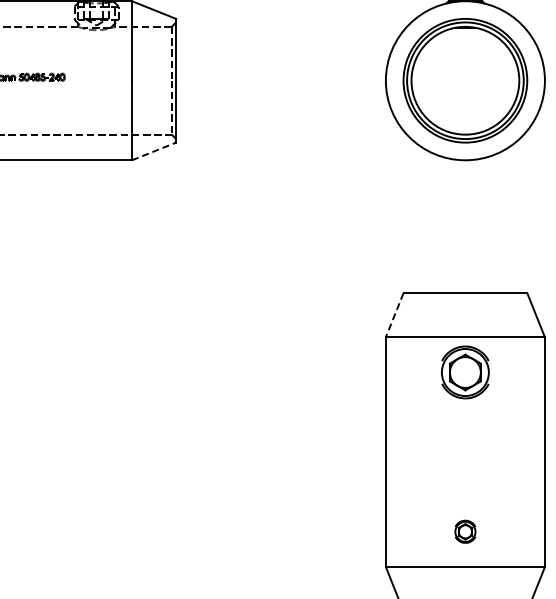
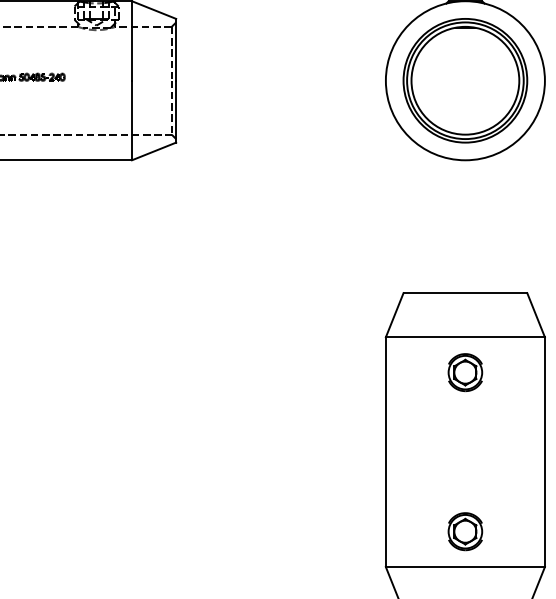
line at (154, 151): dashed -> solid
line at (394, 315): dashed -> solid
part at (465, 372) size: 49x55 px -> 37x40 px
part at (465, 531) size: 23x25 px -> 37x40 px
